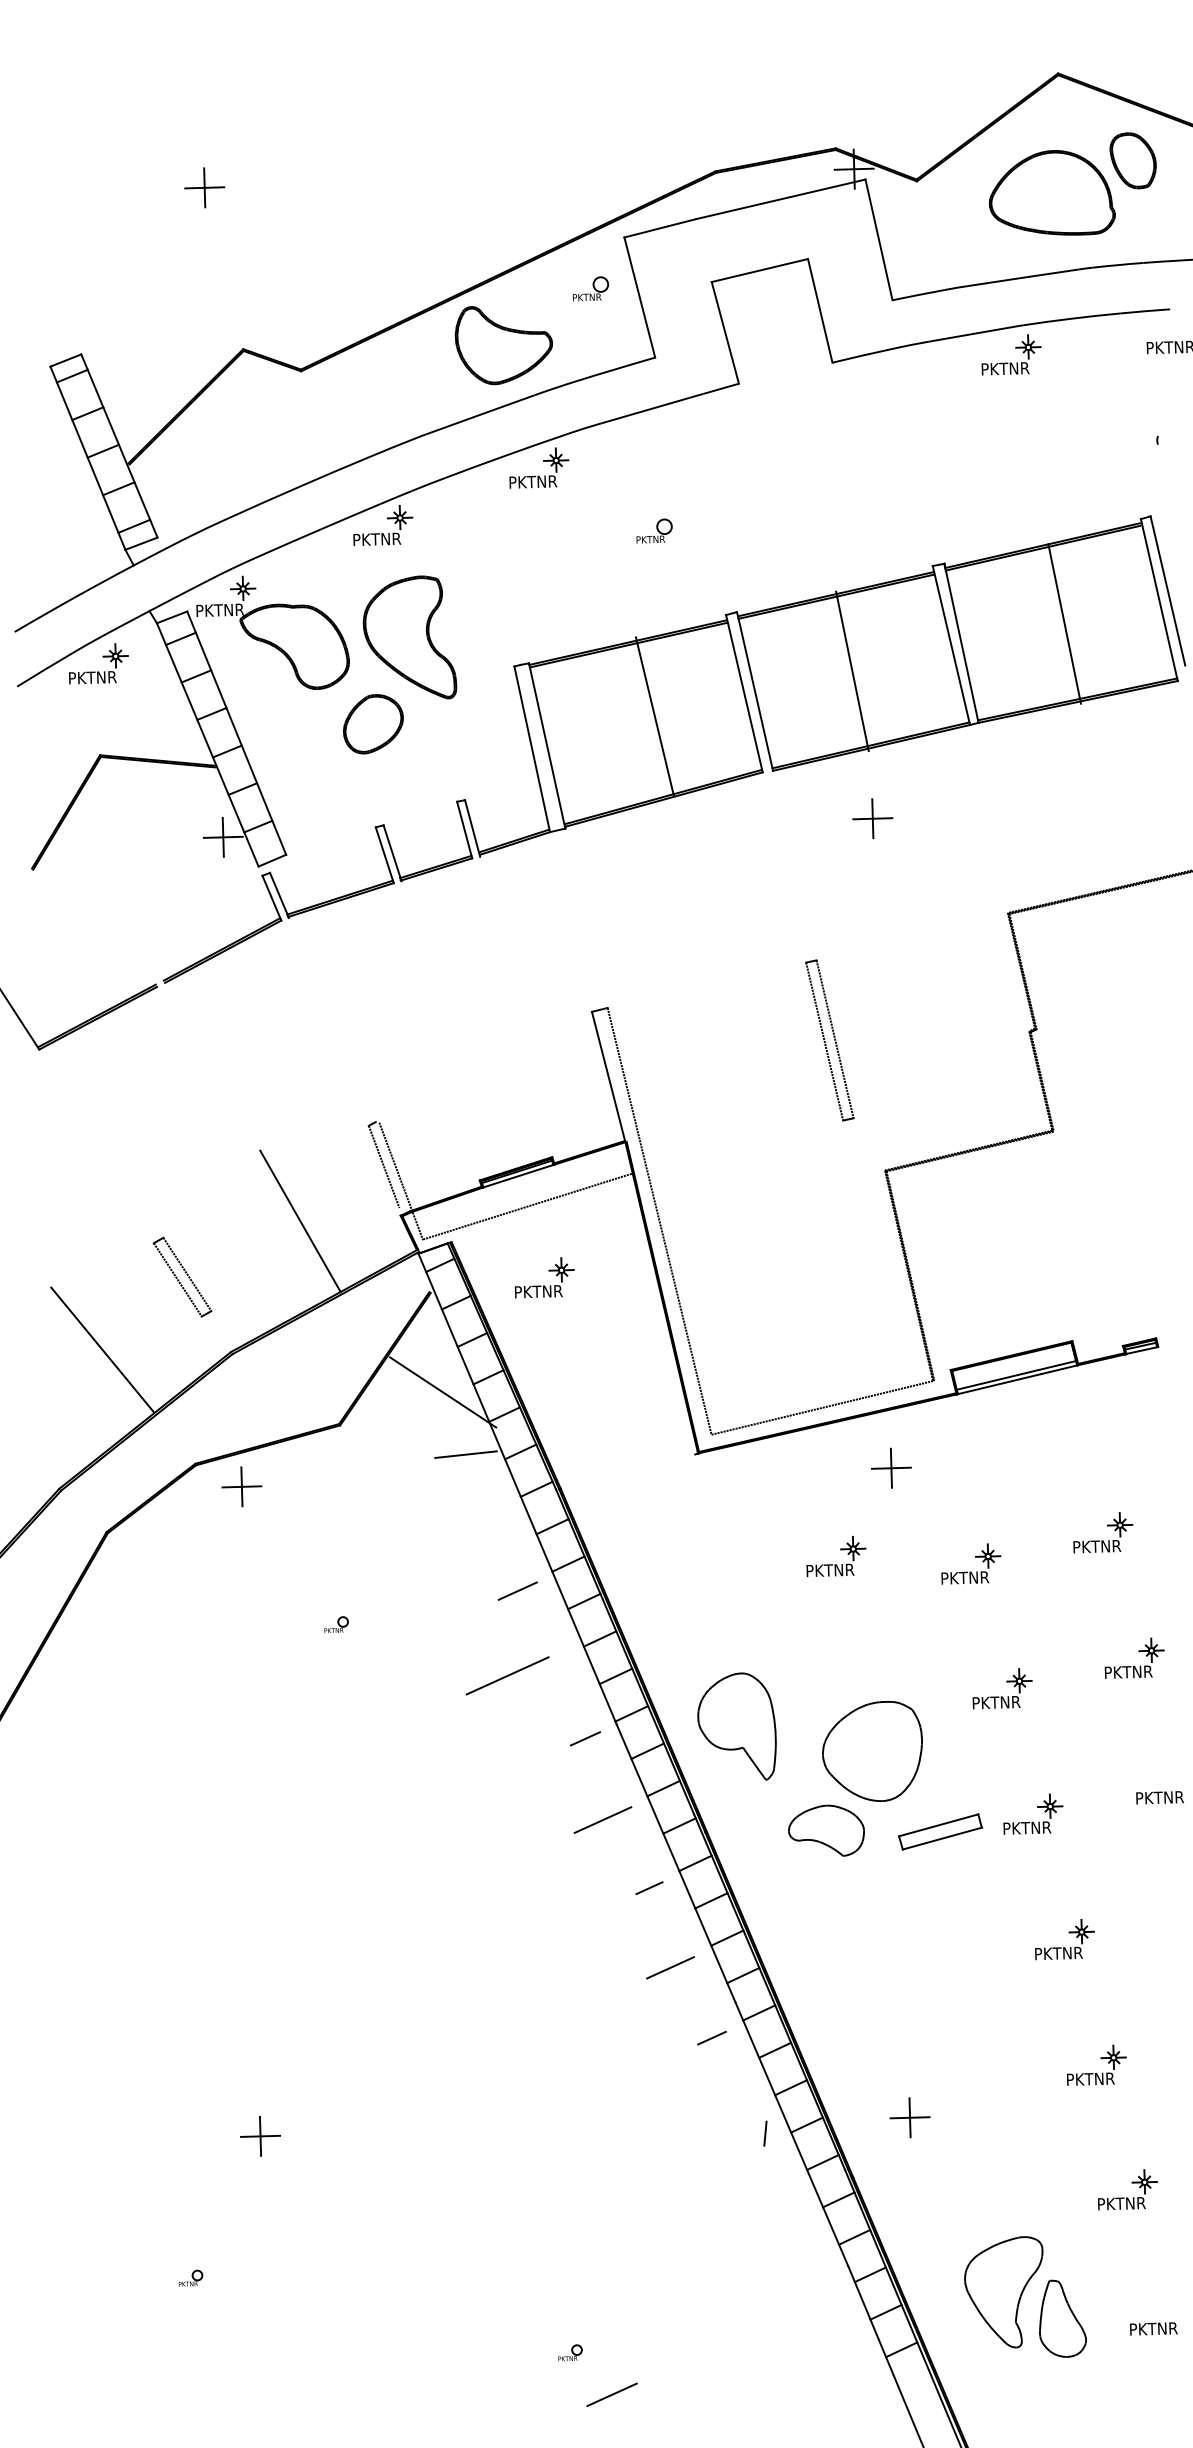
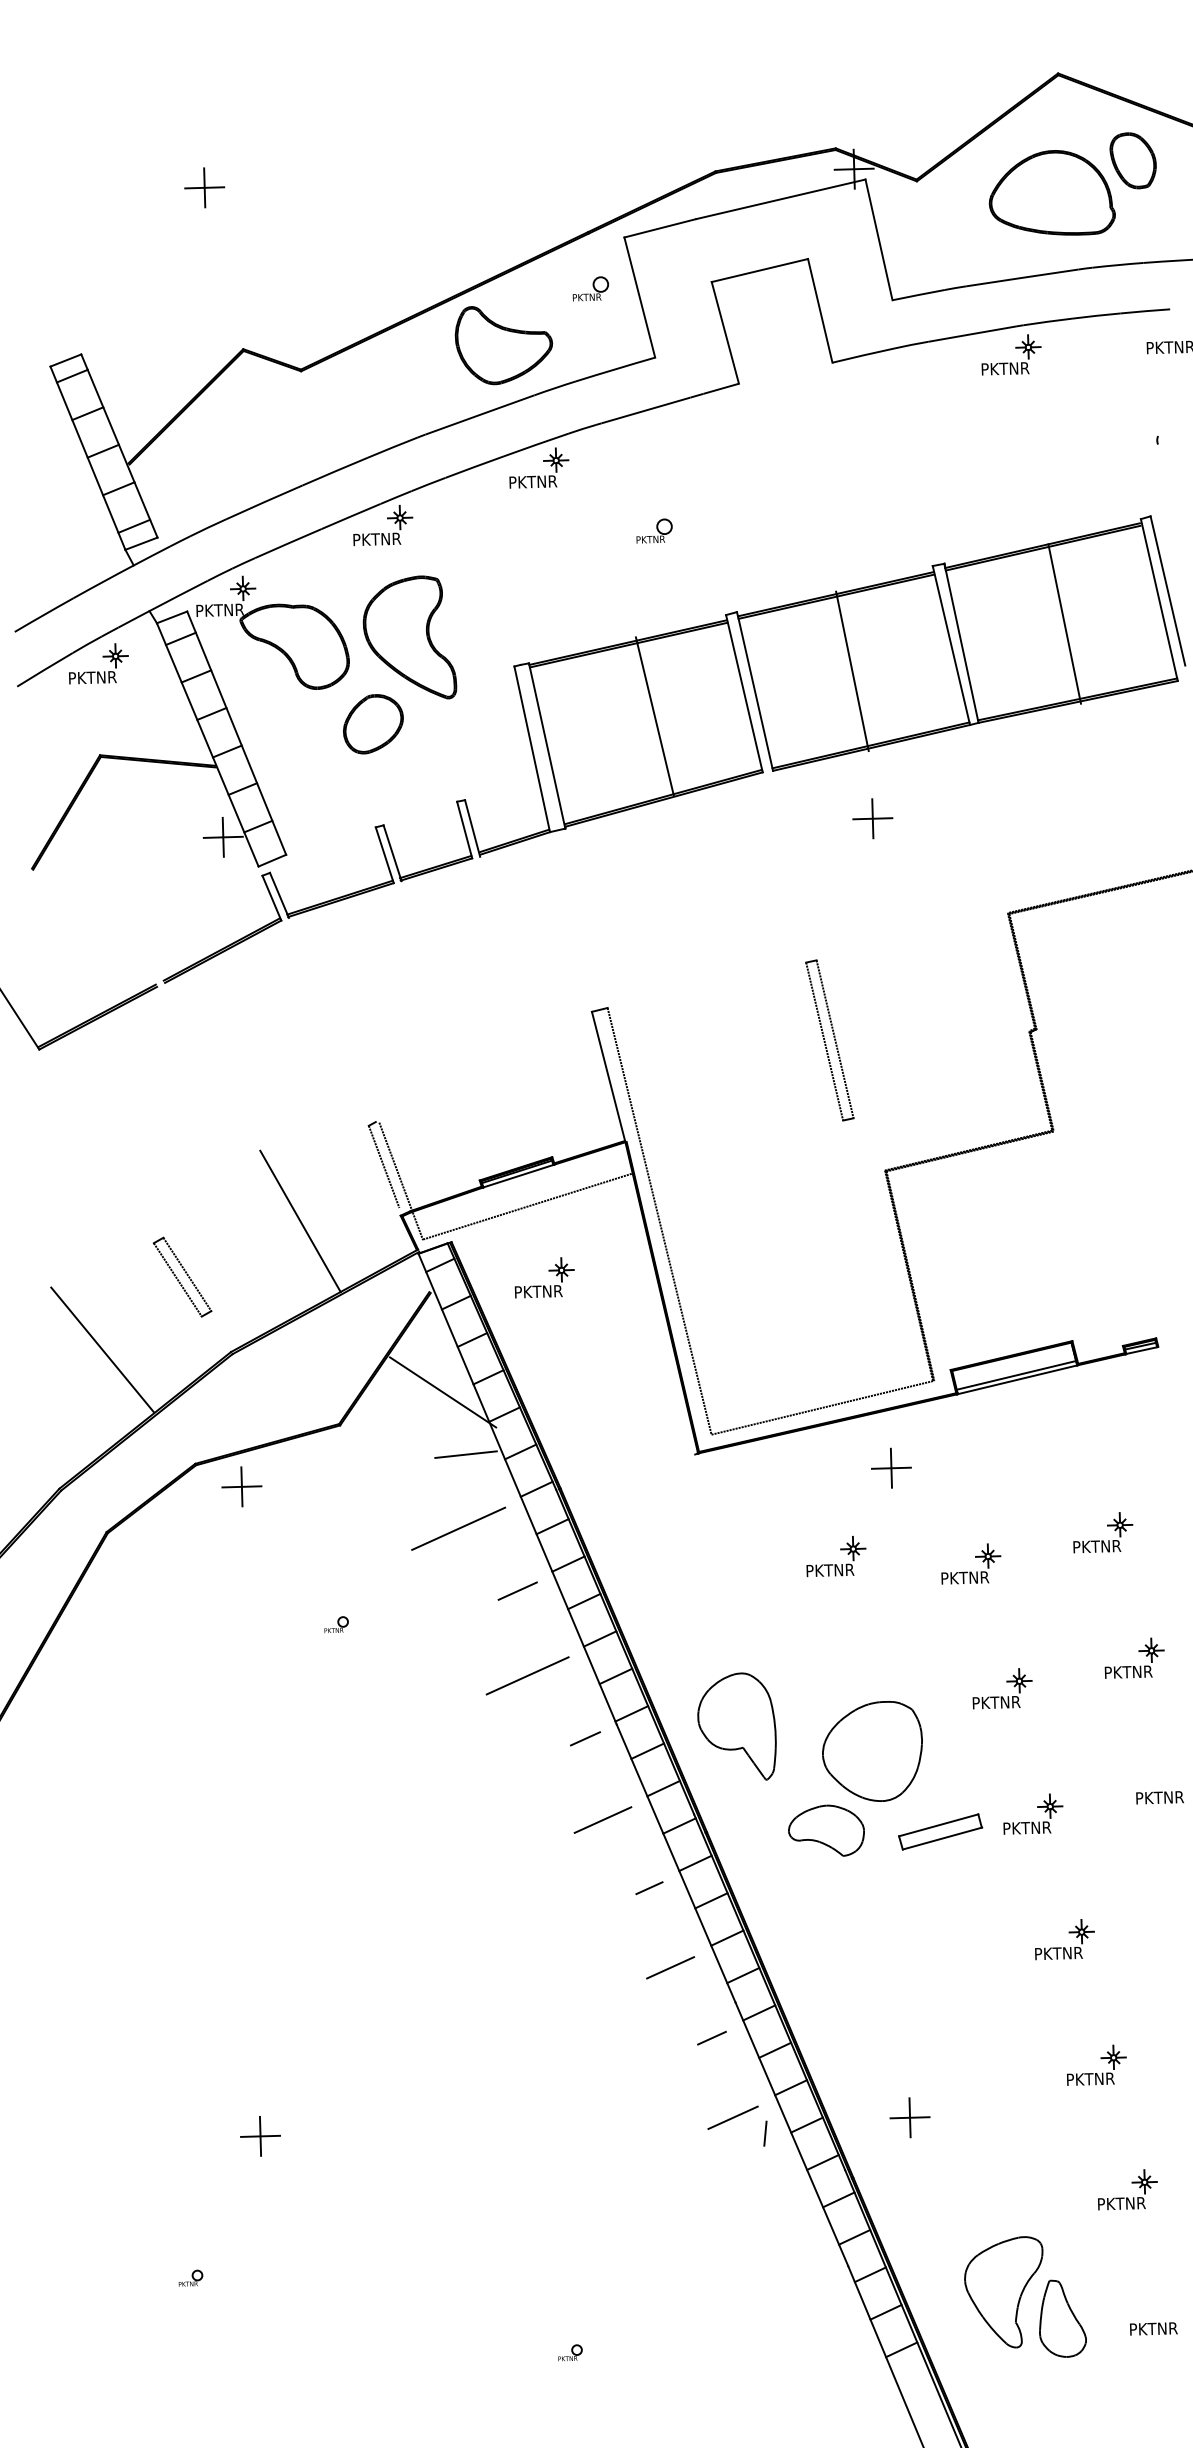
line at (458, 1528): none -> present
line at (507, 1675) position: (507, 1675) -> (527, 1675)
line at (611, 2394) position: (611, 2394) -> (732, 2117)
